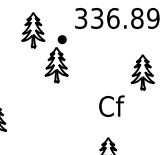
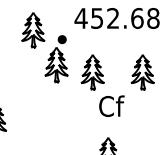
text at (116, 17): 336.89 -> 452.68
part at (92, 72): none -> present
